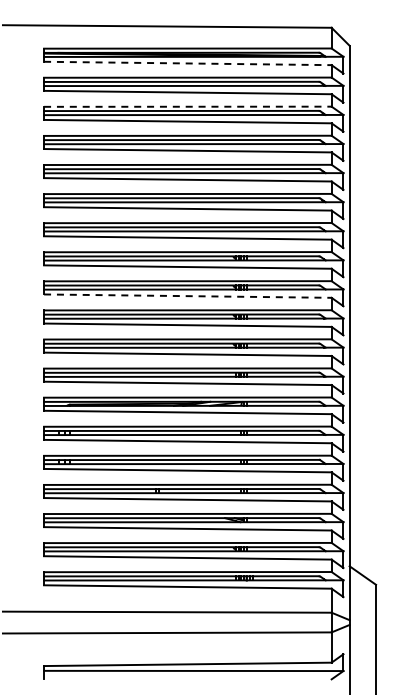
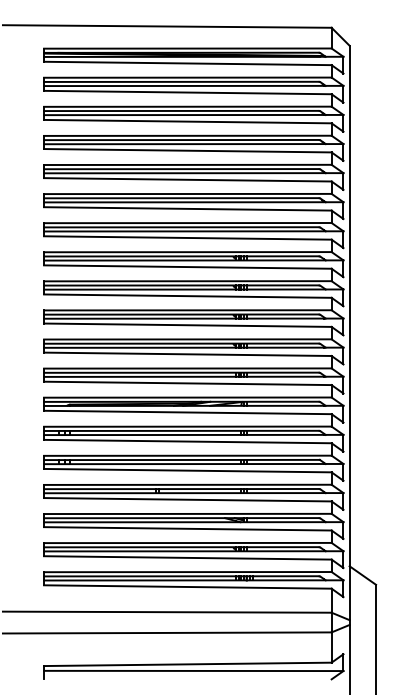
line at (187, 63): dashed -> solid
line at (187, 106): dashed -> solid
line at (187, 296): dashed -> solid
